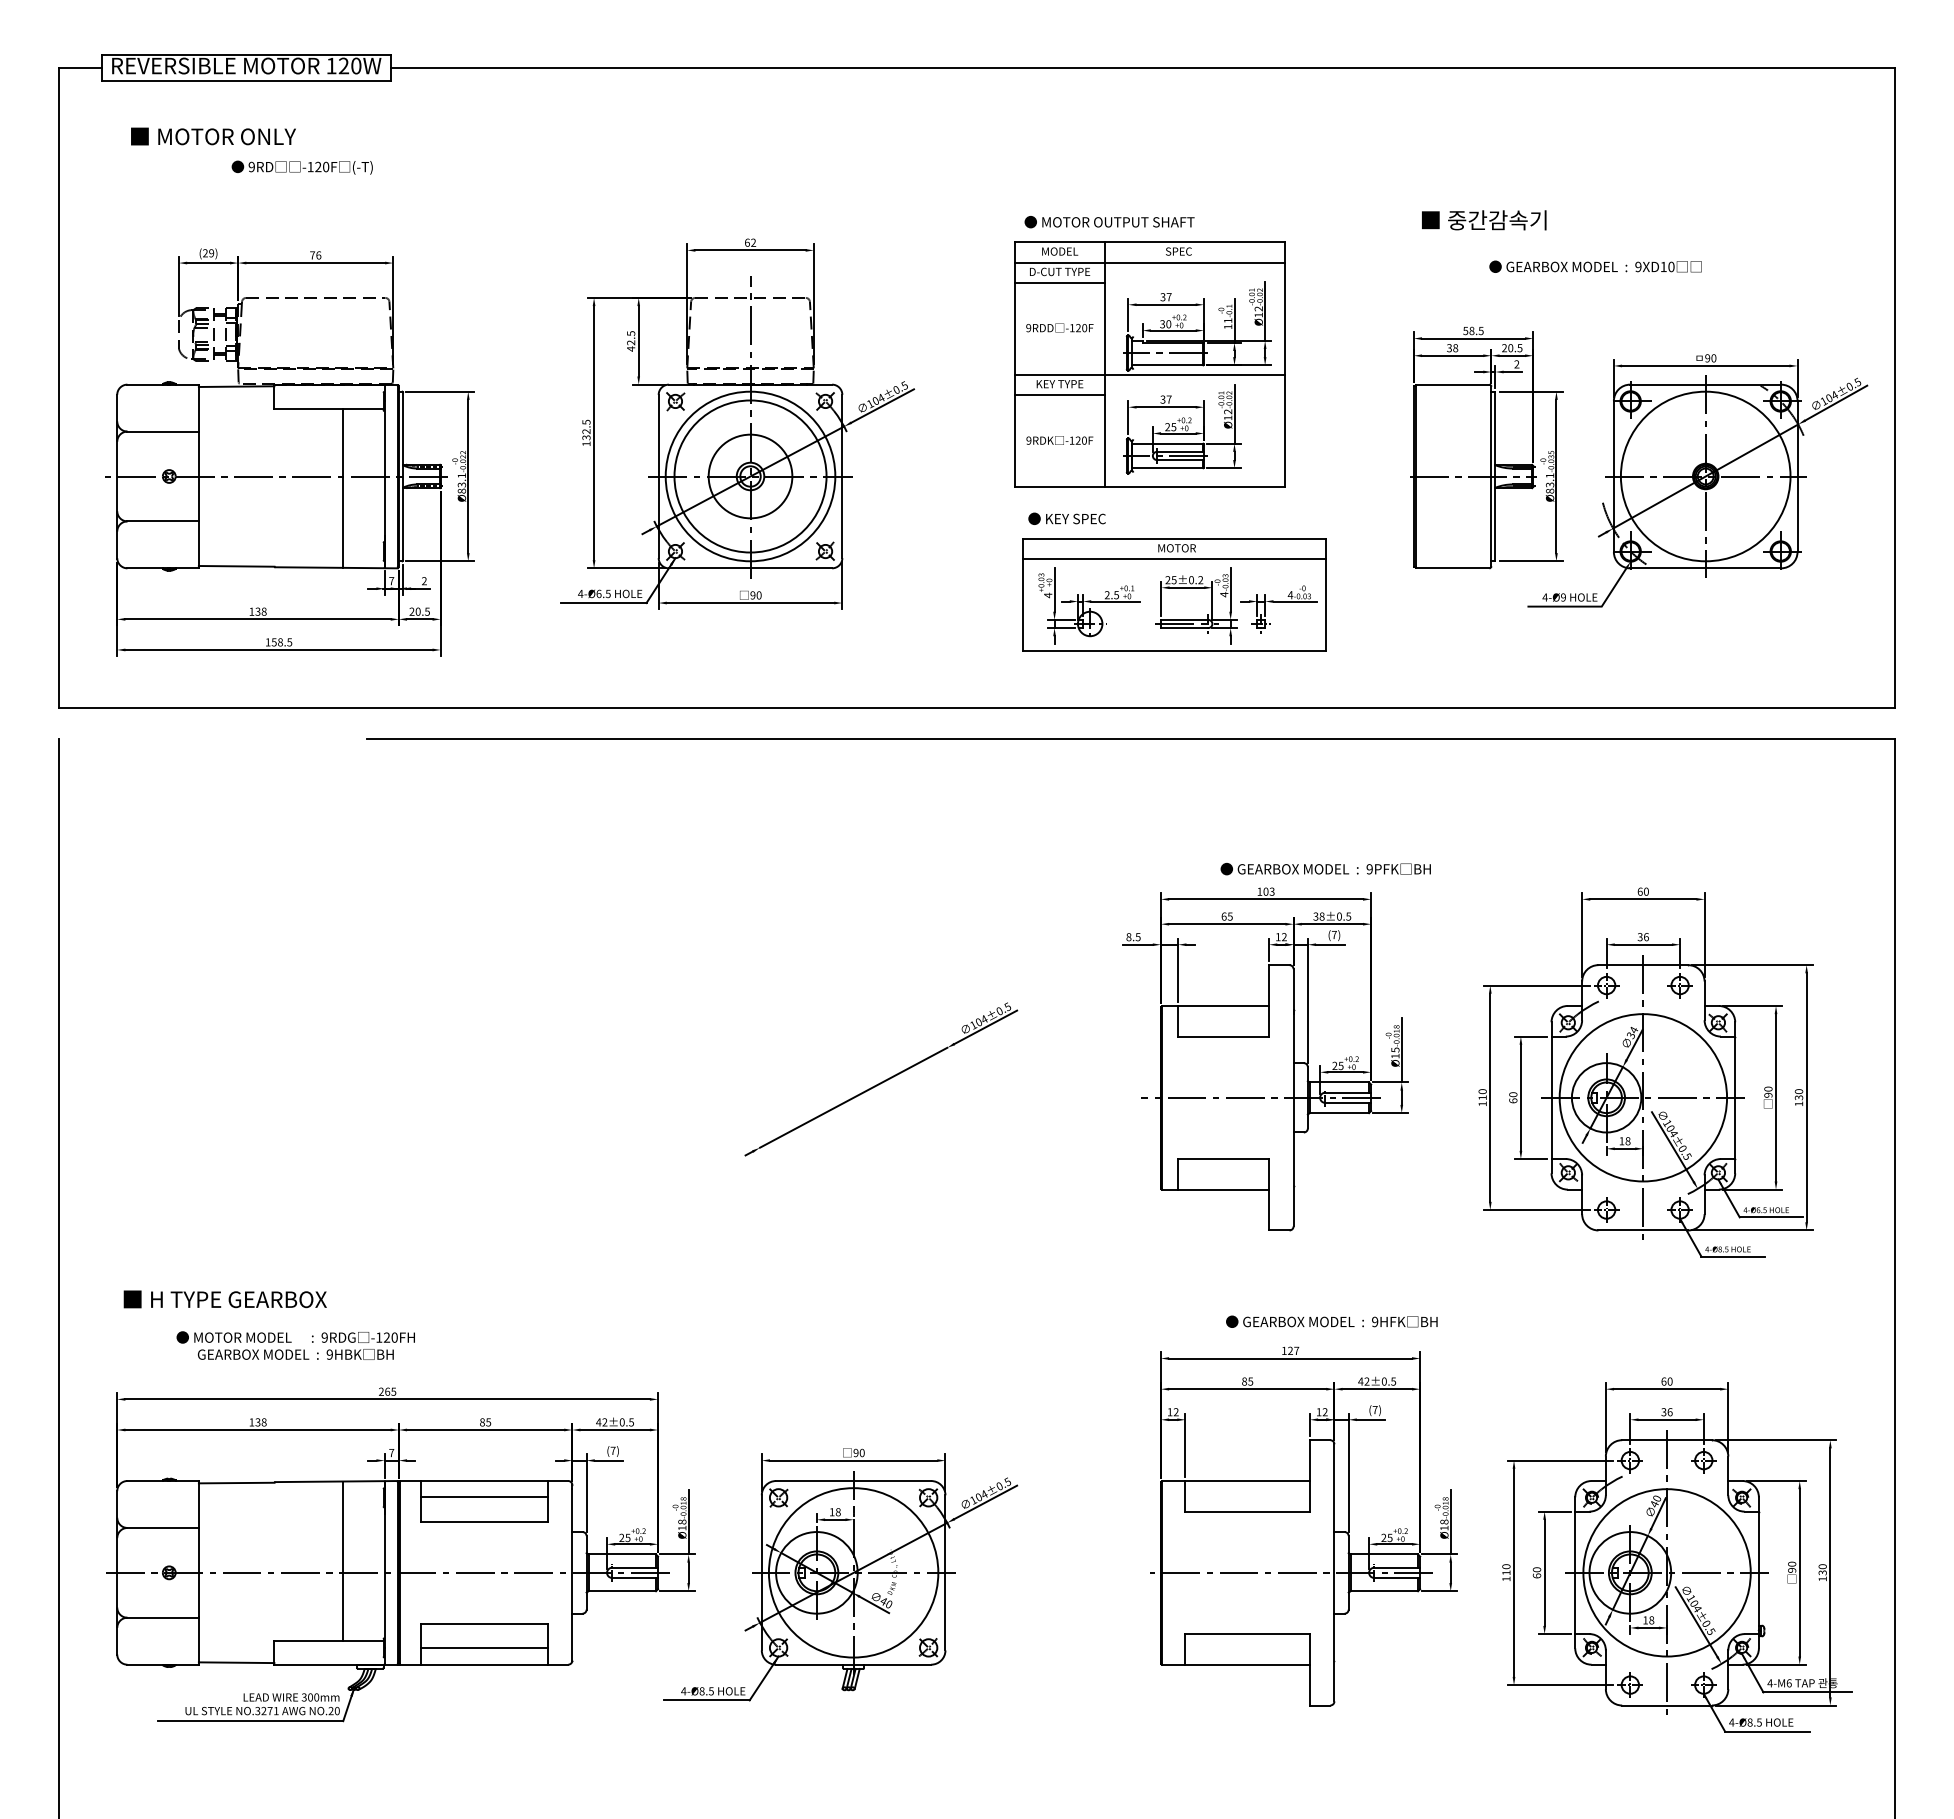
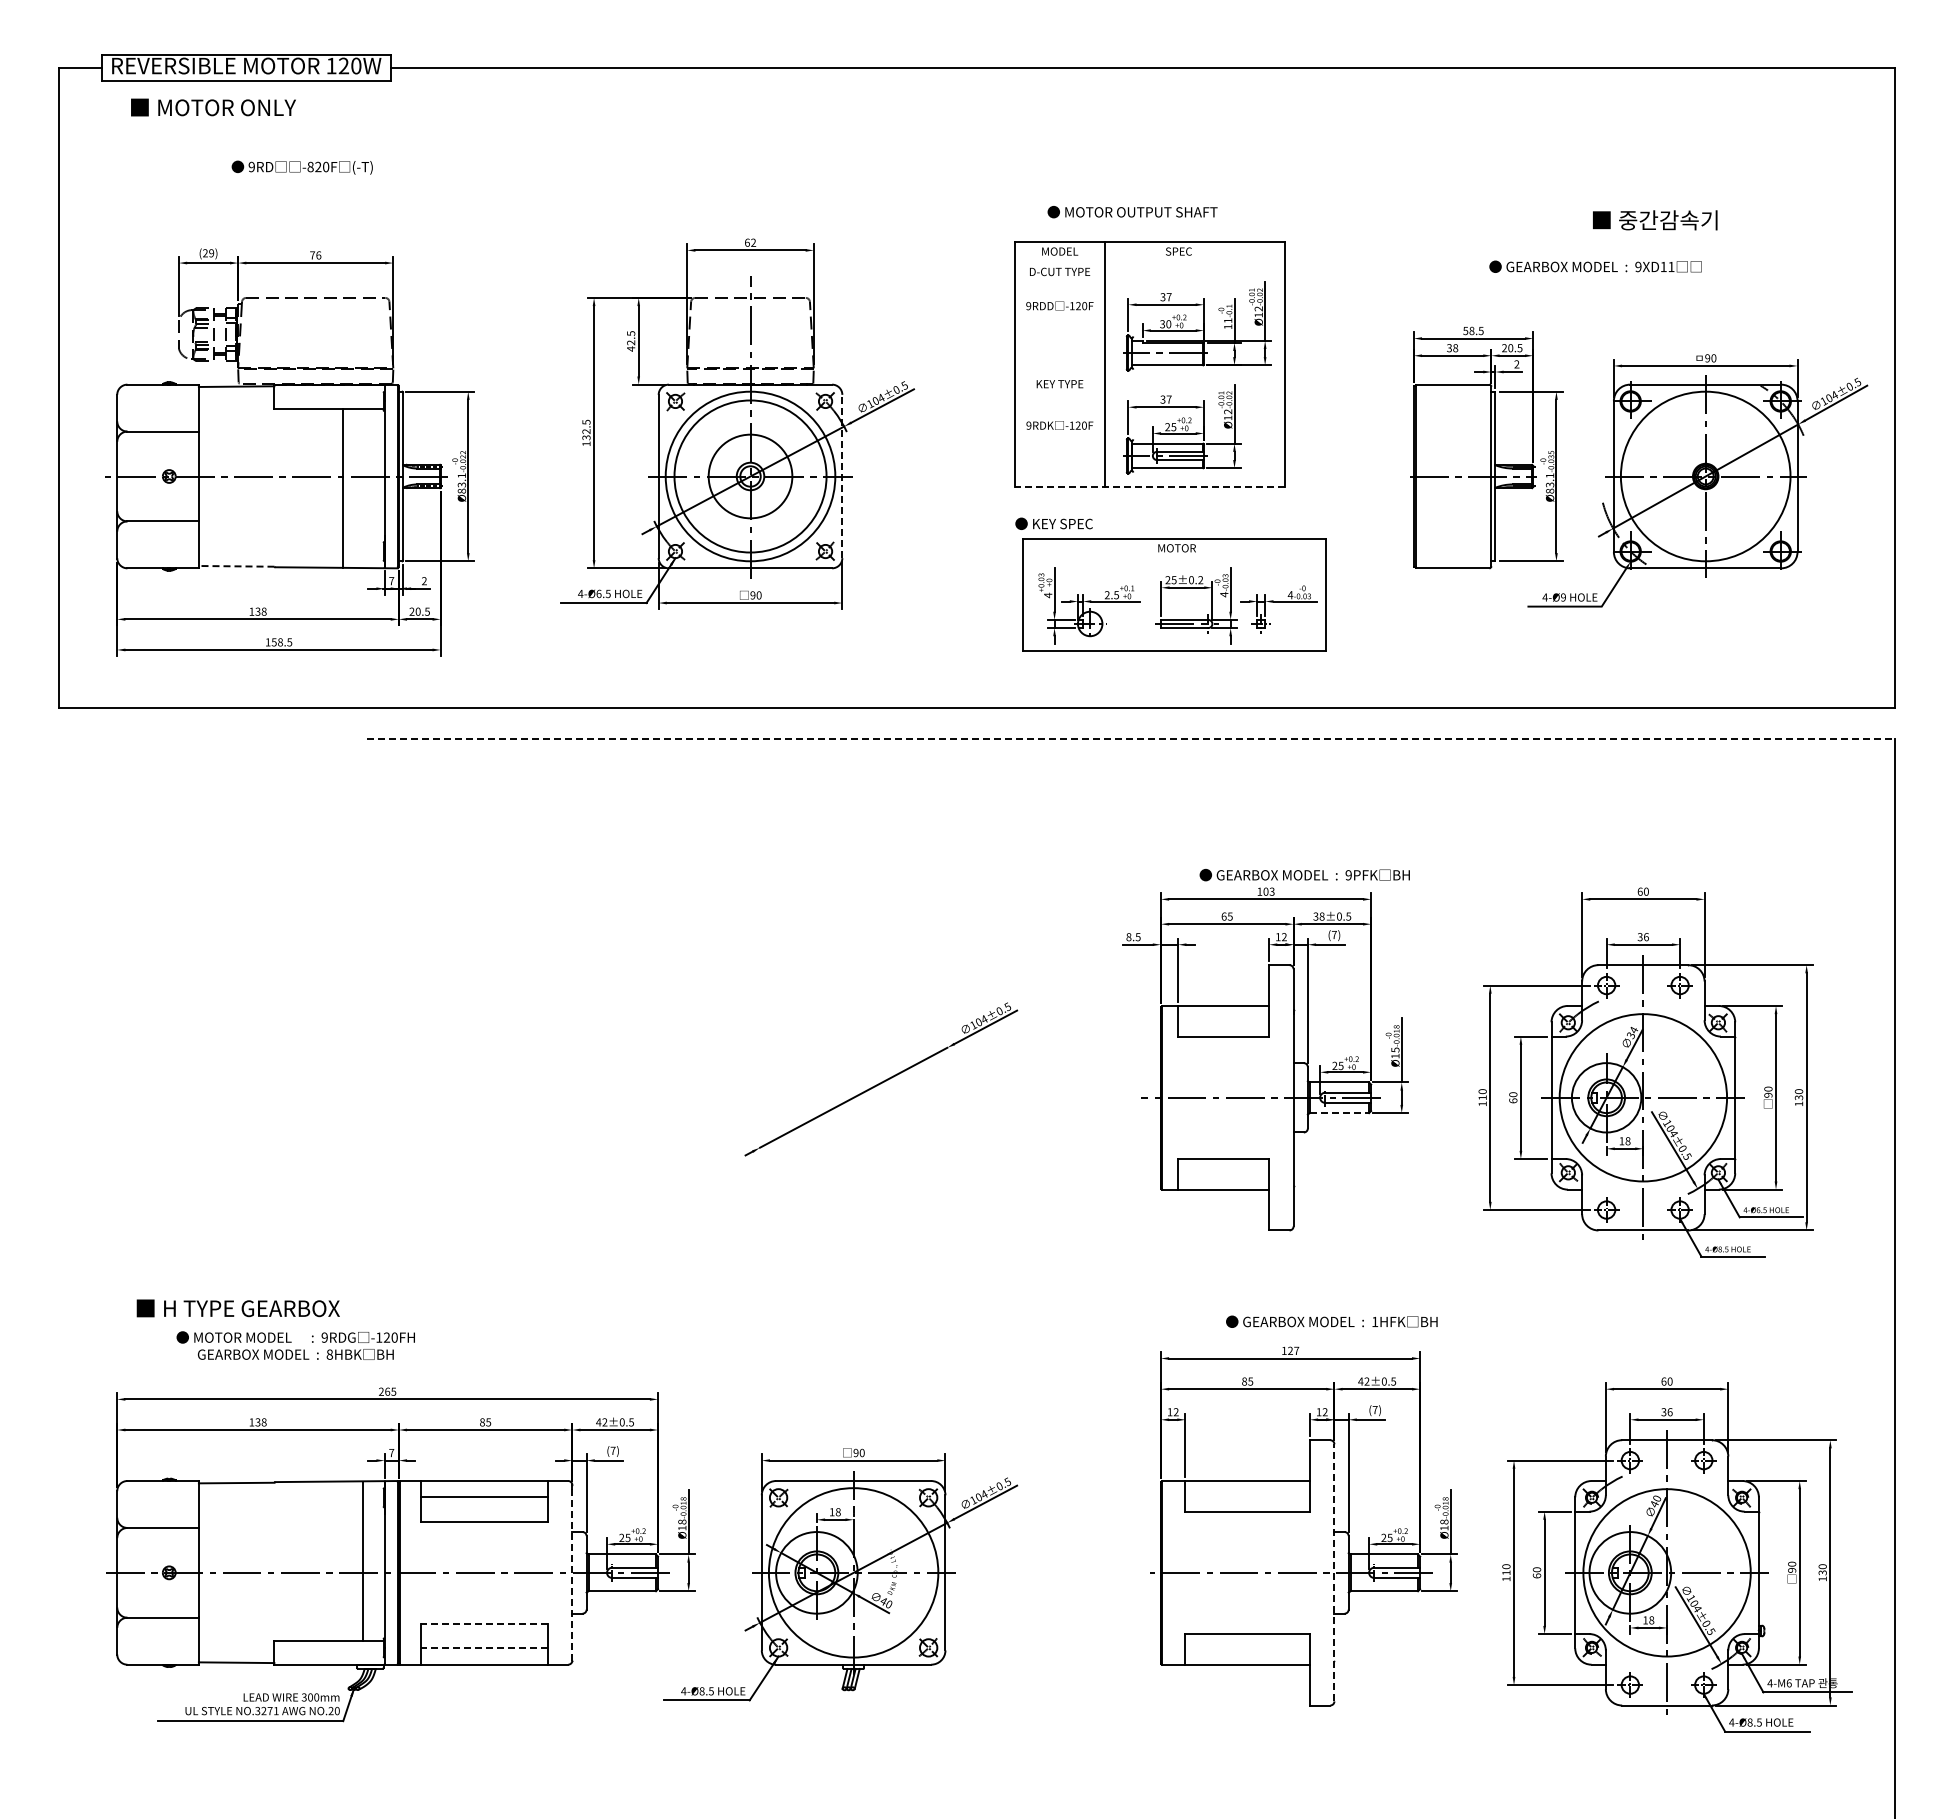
text at (213, 136) position: (213, 136) -> (213, 107)
text at (310, 166): -120F -> -820F
text at (1484, 220) position: (1484, 220) -> (1655, 220)
text at (1109, 222) position: (1109, 222) -> (1132, 212)
line at (1149, 262): present -> none
text at (1671, 266): 9XD10 -> 9XD11
line at (1059, 283): present -> none
text at (1059, 327) position: (1059, 327) -> (1059, 305)
line at (1149, 374): present -> none
line at (1059, 395): present -> none
text at (1059, 440) position: (1059, 440) -> (1059, 425)
line at (842, 476): solid -> dashed
line at (1149, 487): solid -> dashed
text at (1066, 518) position: (1066, 518) -> (1053, 523)
line at (1174, 559): present -> none
line at (236, 566): solid -> dashed
line at (1131, 739): solid -> dashed
text at (1325, 869) position: (1325, 869) -> (1304, 875)
line at (1339, 1113): solid -> dashed
line at (58, 1277): present -> none
text at (224, 1299) position: (224, 1299) -> (237, 1308)
text at (1375, 1321): 9HFK -> 1HFK
text at (329, 1354): 9HBK -> 8HBK
line at (342, 1560) position: (342, 1560) -> (362, 1560)
line at (1334, 1572): solid -> dashed
line at (572, 1574): solid -> dashed
line at (484, 1623): solid -> dashed
line at (484, 1648): solid -> dashed
